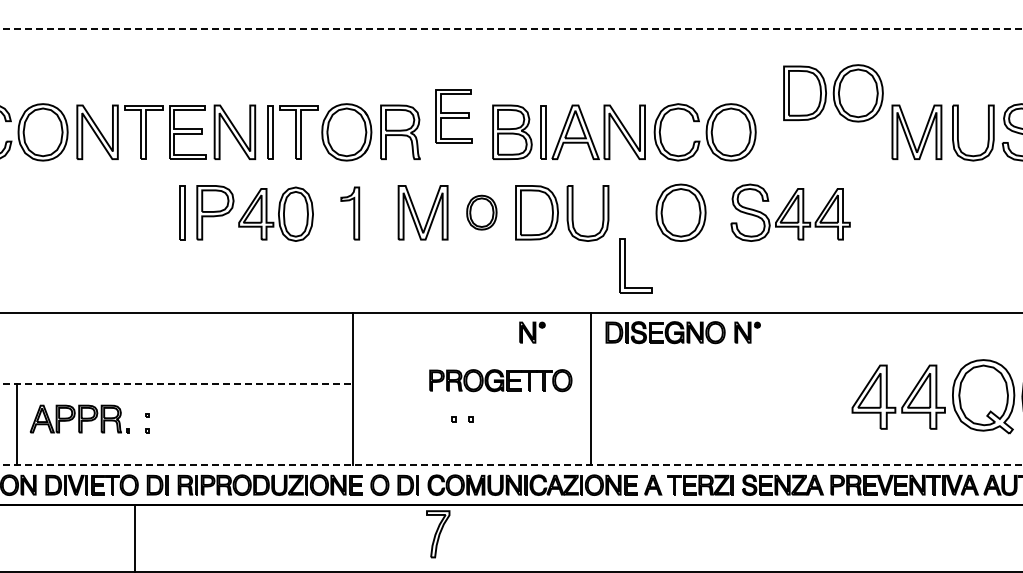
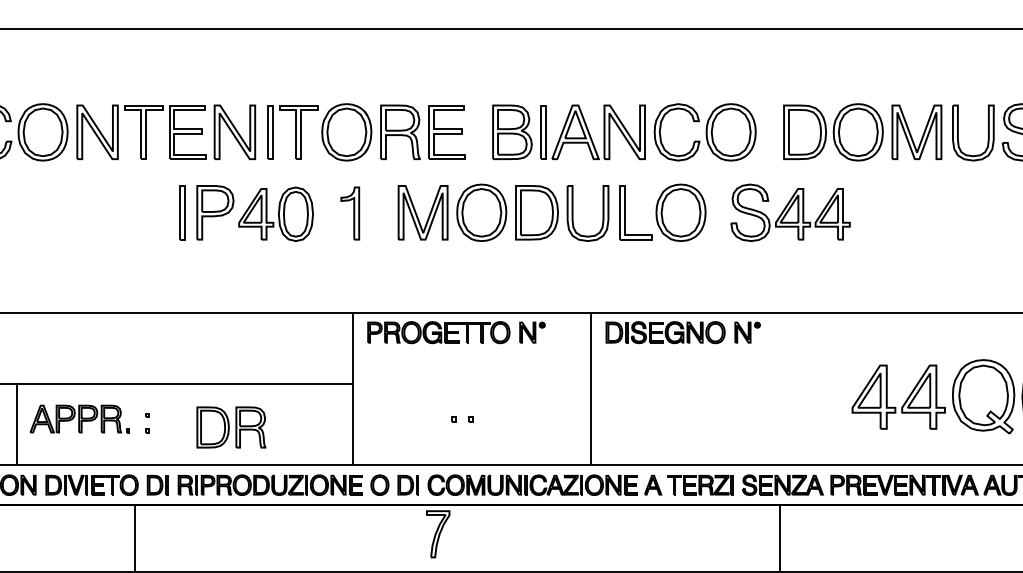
line at (511, 29): dashed -> solid
part at (833, 93) position: (833, 93) -> (833, 132)
part at (453, 116) position: (453, 116) -> (446, 132)
part at (481, 212) size: 32x37 px -> 52x59 px
part at (625, 265) position: (625, 265) -> (625, 212)
part at (500, 380) position: (500, 380) -> (438, 332)
line at (176, 384): dashed -> solid
part at (231, 427): none -> present
line at (511, 464): dashed -> solid
line at (779, 537): none -> present
